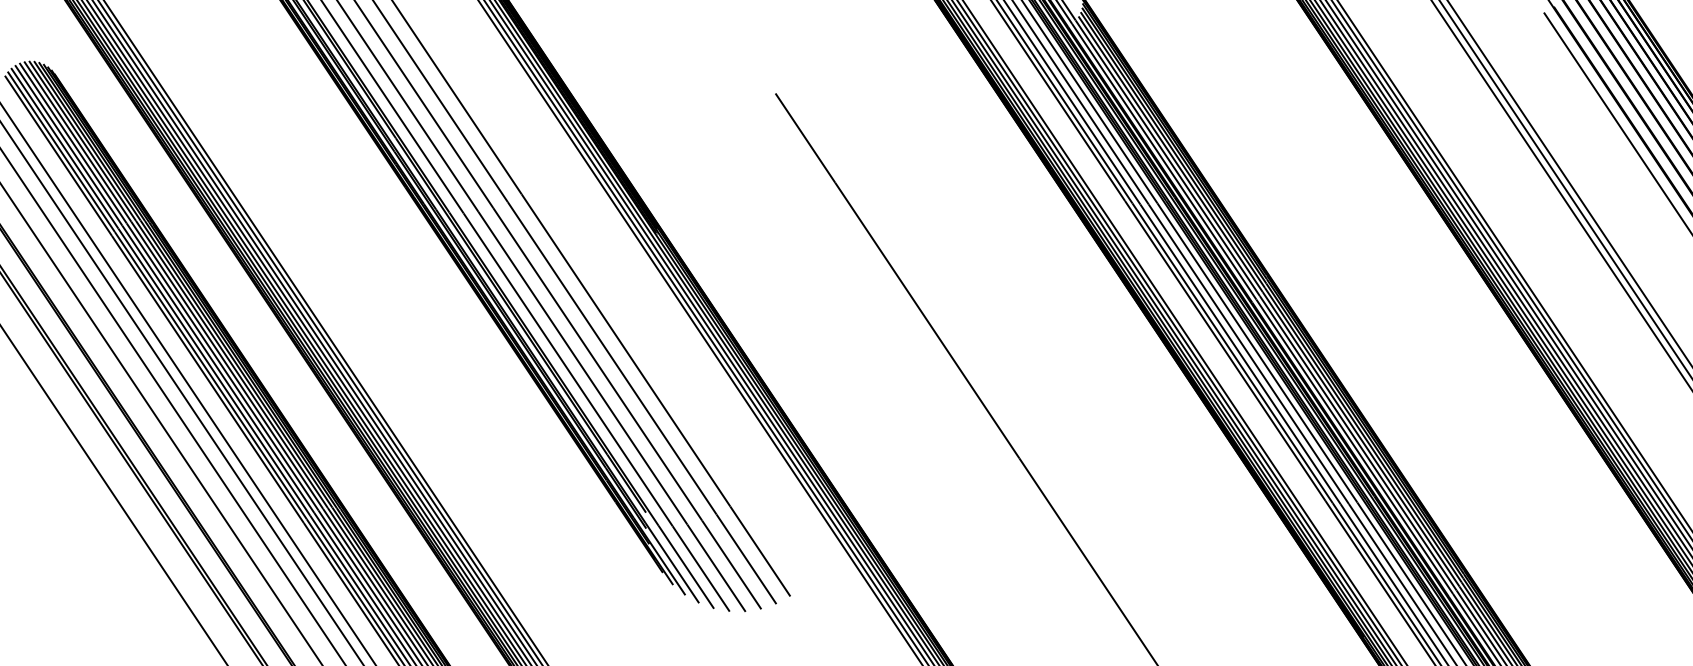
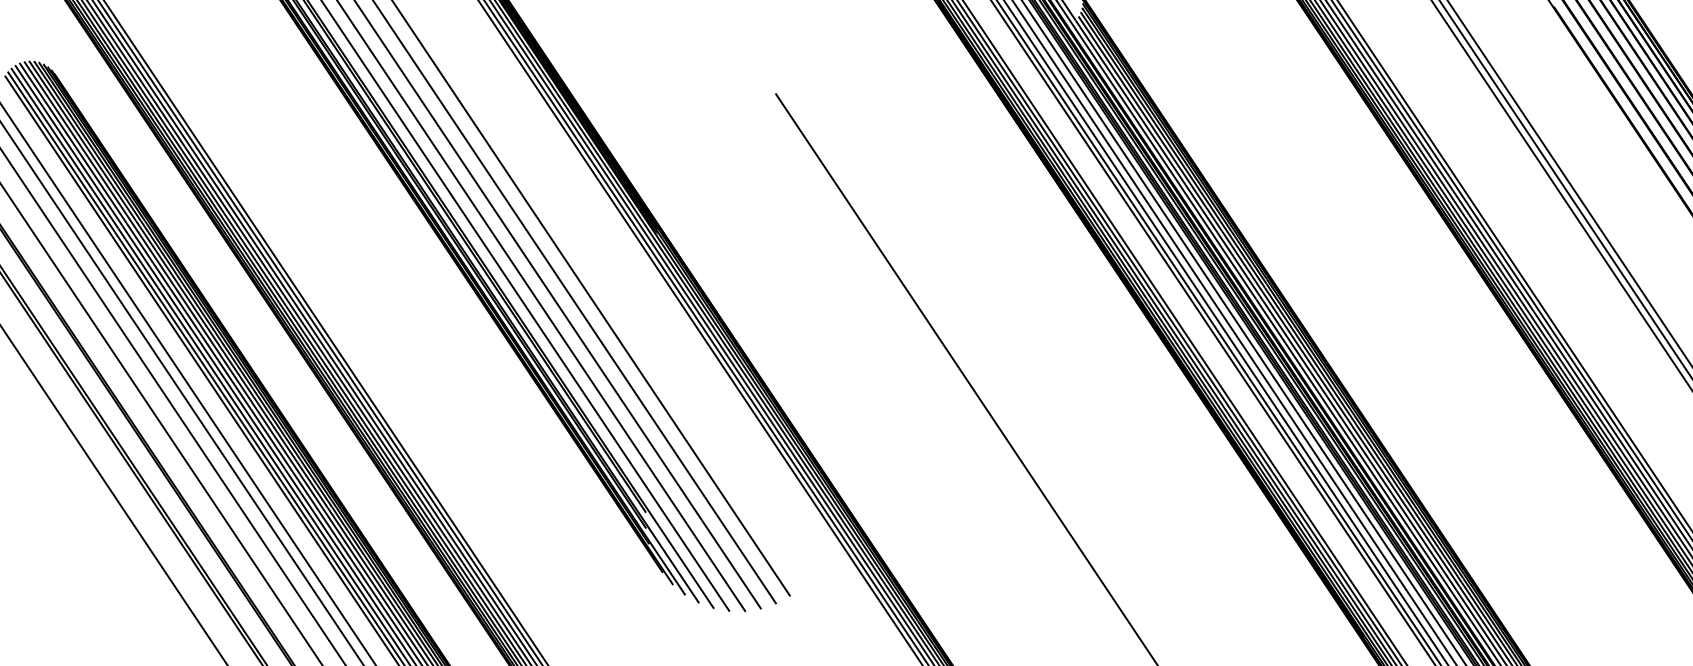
line at (1616, 121): present -> none
